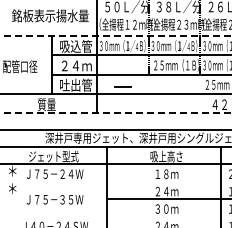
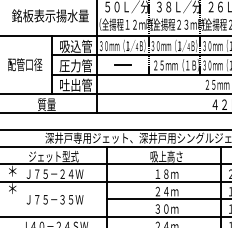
line at (116, 35): dashed -> solid
text at (75, 65): ２４ｍ -> 圧力管
text at (20, 66) position: (20, 66) -> (25, 64)
line at (122, 86) position: (122, 86) -> (122, 64)
line at (116, 113): dashed -> solid
line at (115, 181): none -> present
line at (115, 216): none -> present
